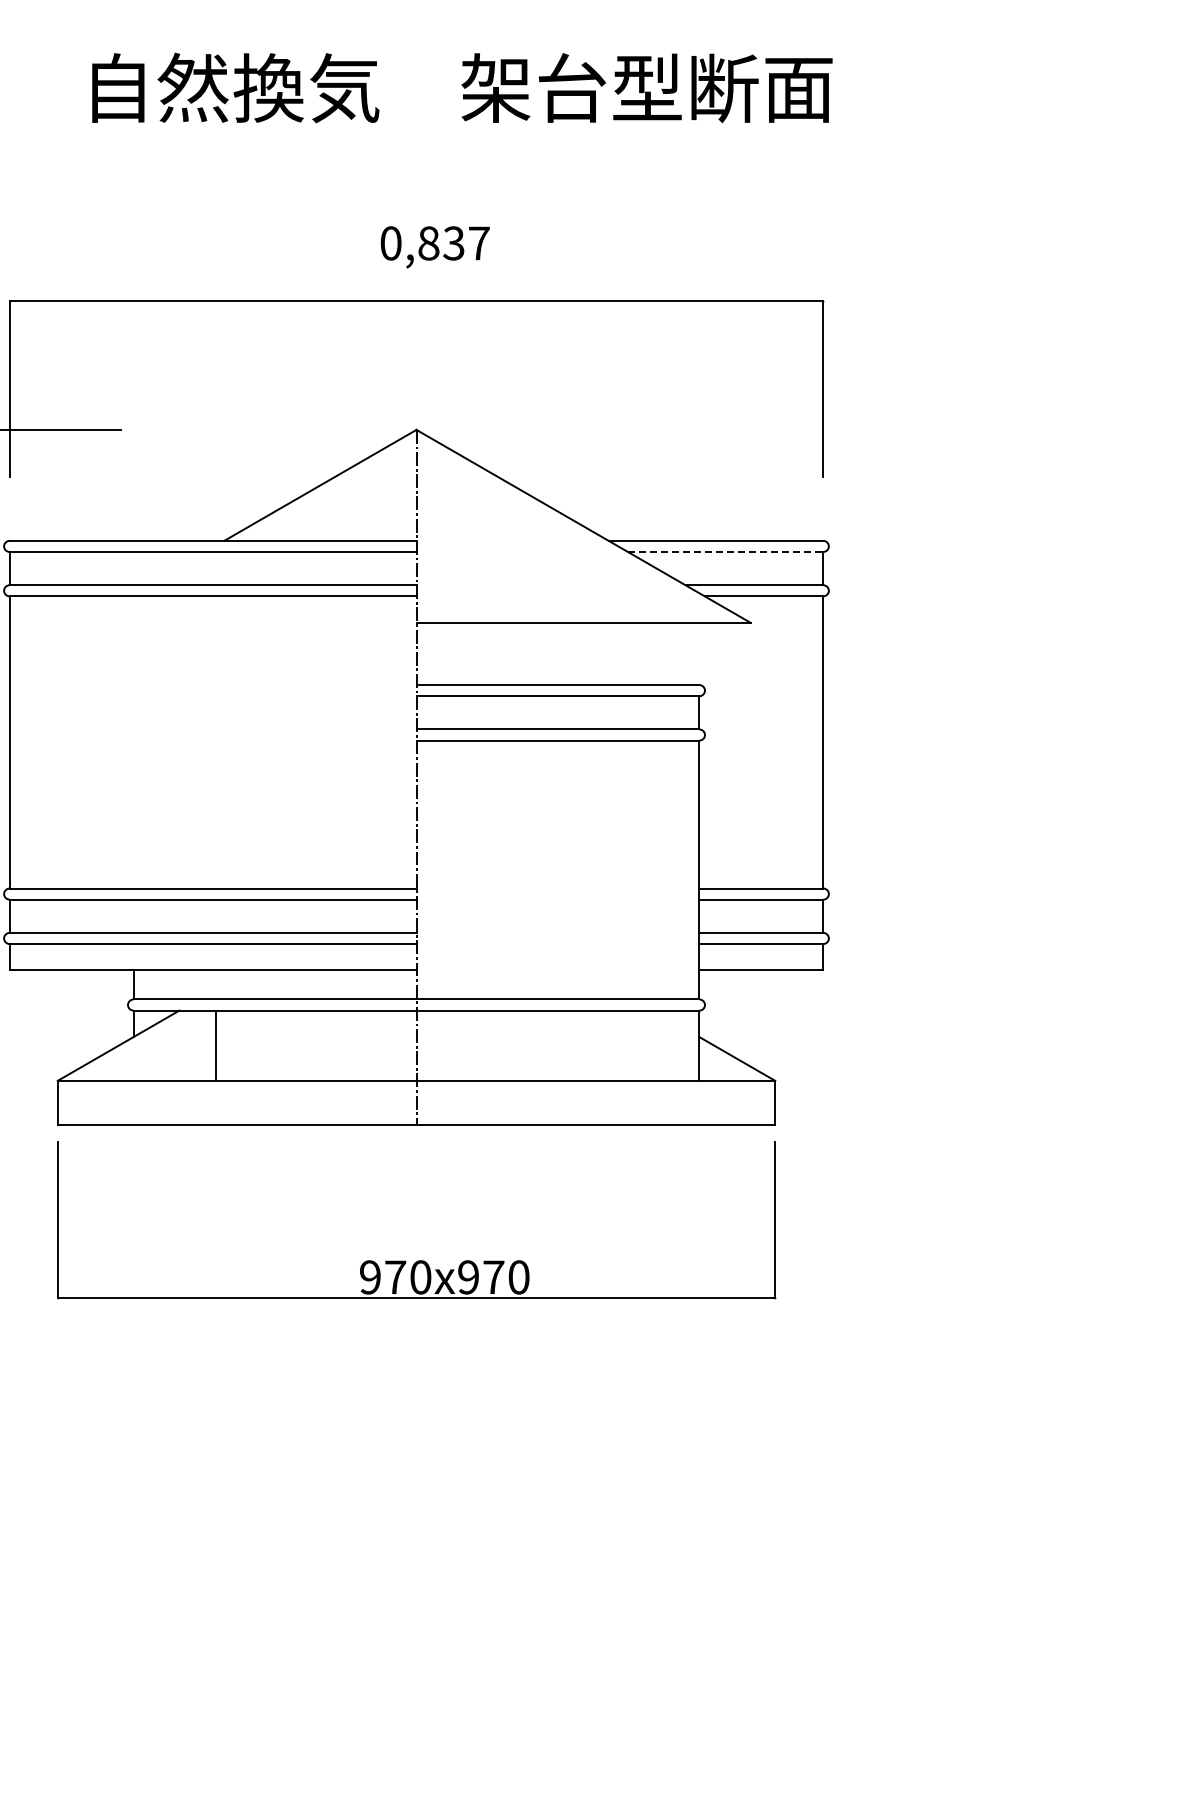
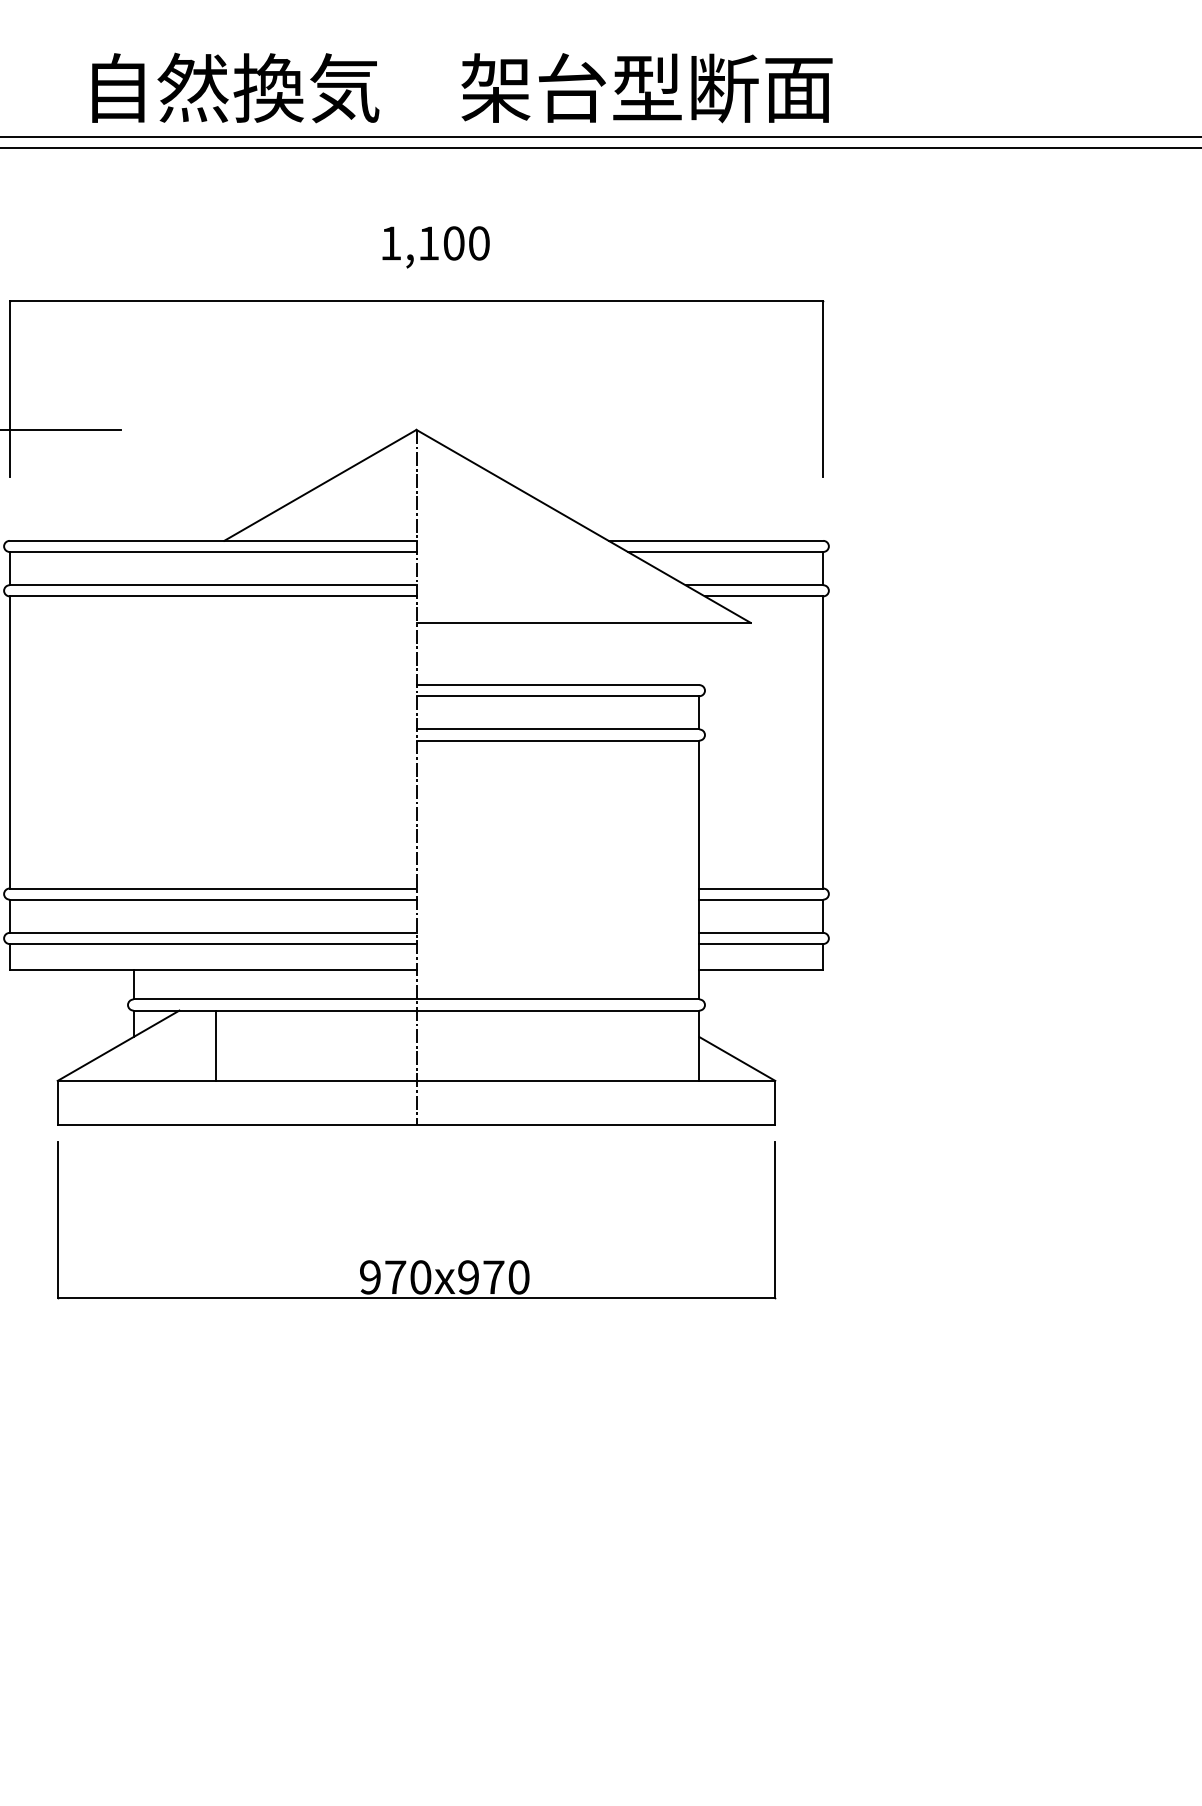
line at (600, 137): none -> present
line at (600, 148): none -> present
text at (434, 243): 0,837 -> 1,100
line at (725, 551): dashed -> solid
